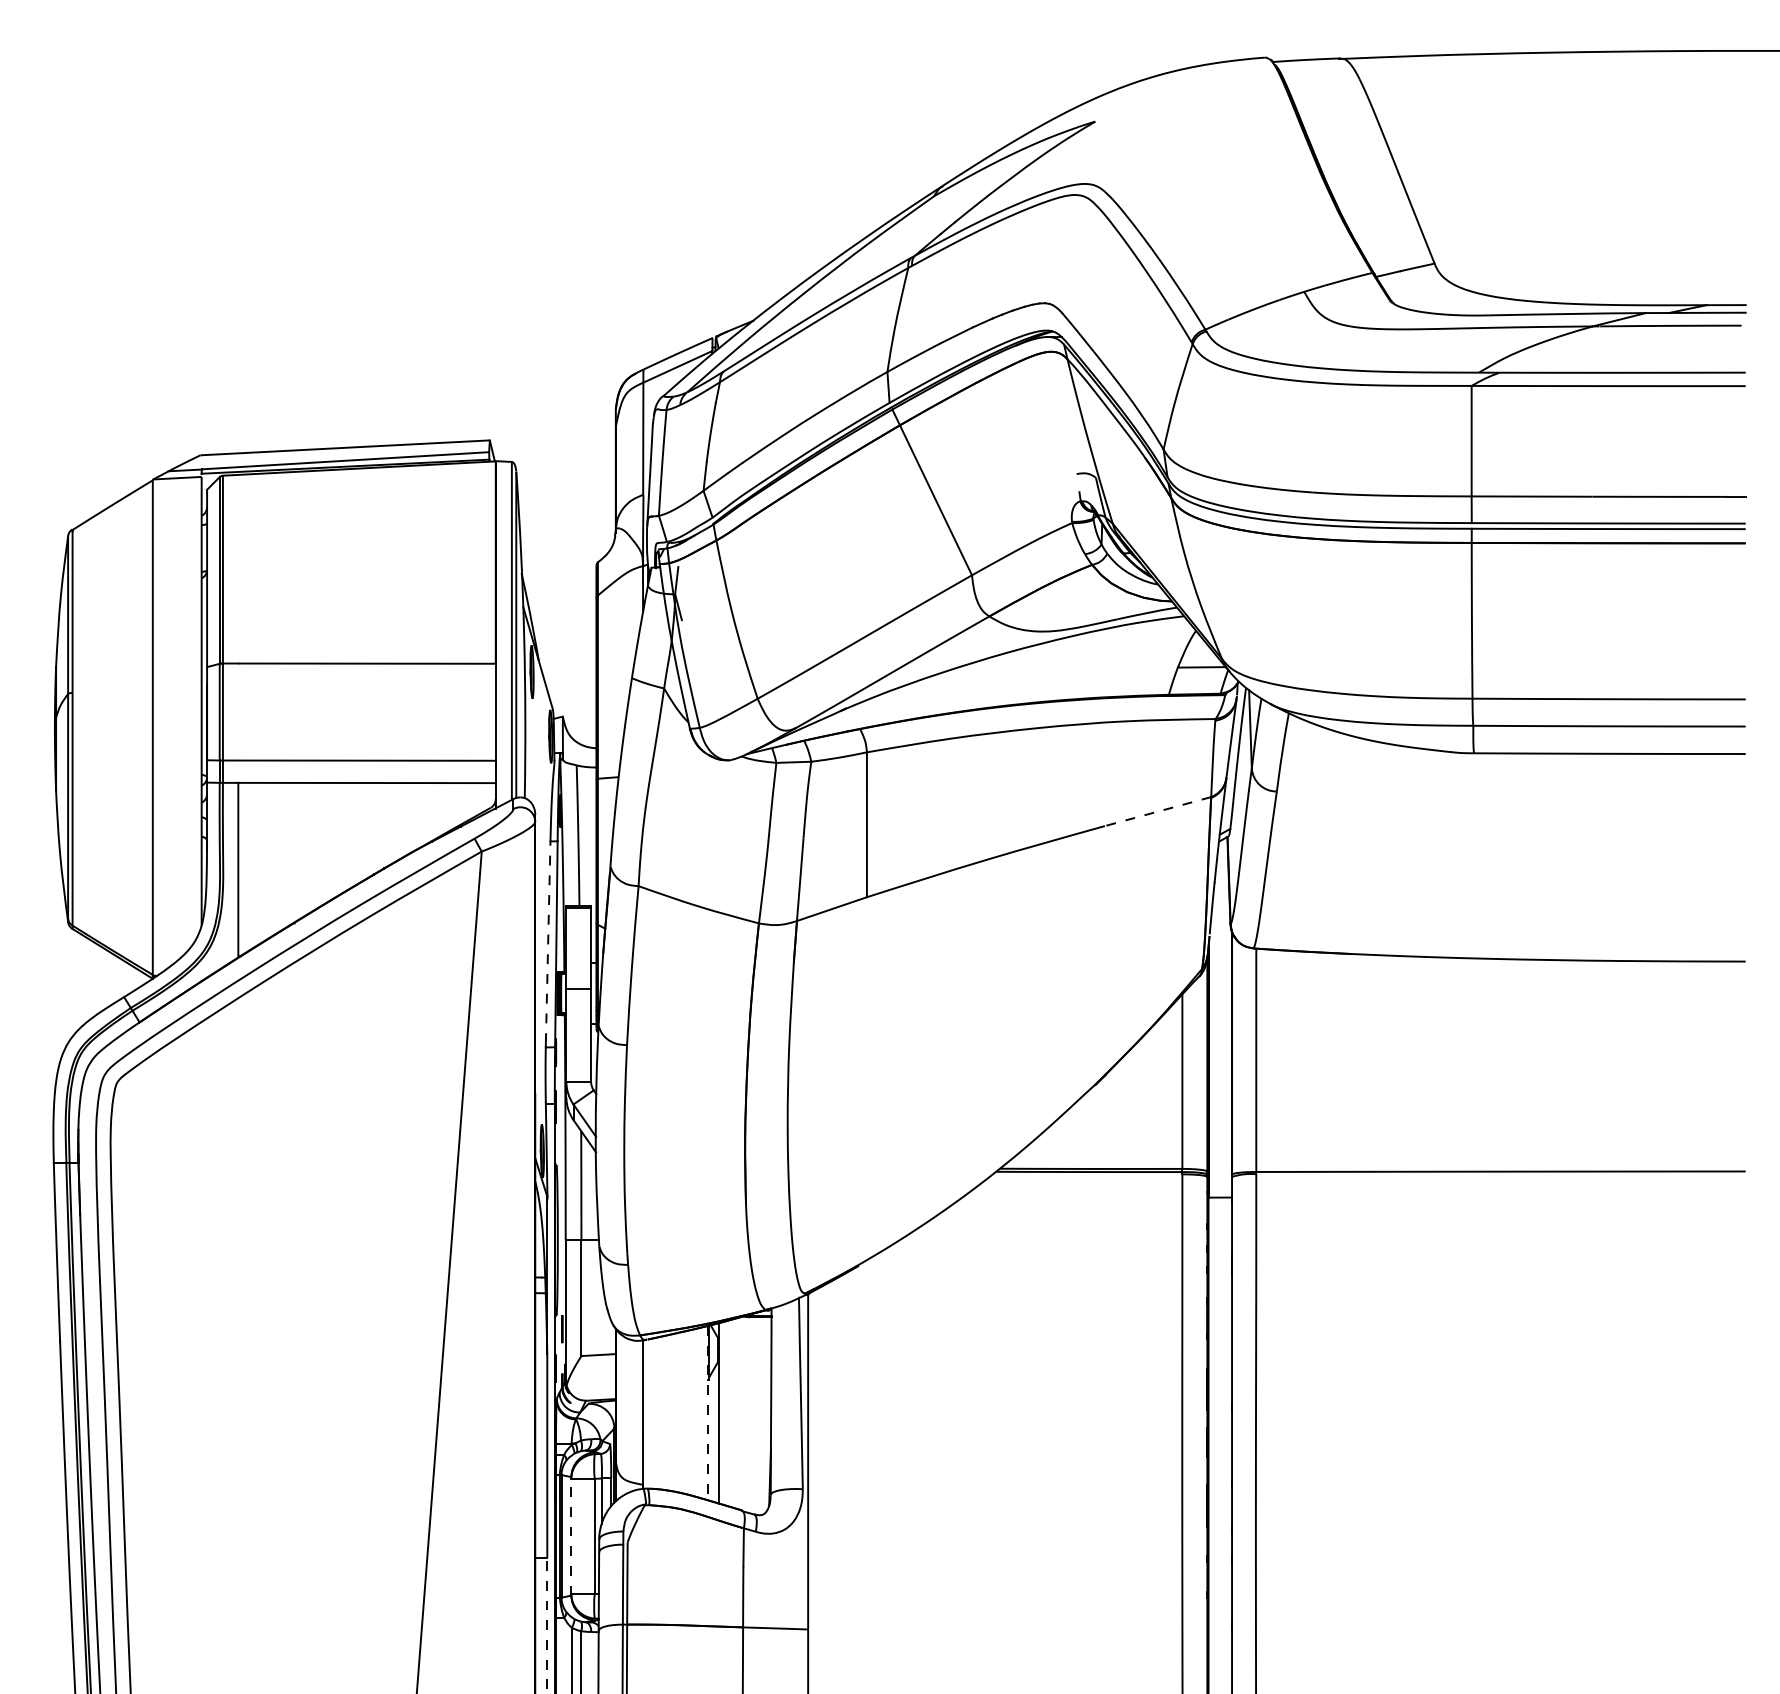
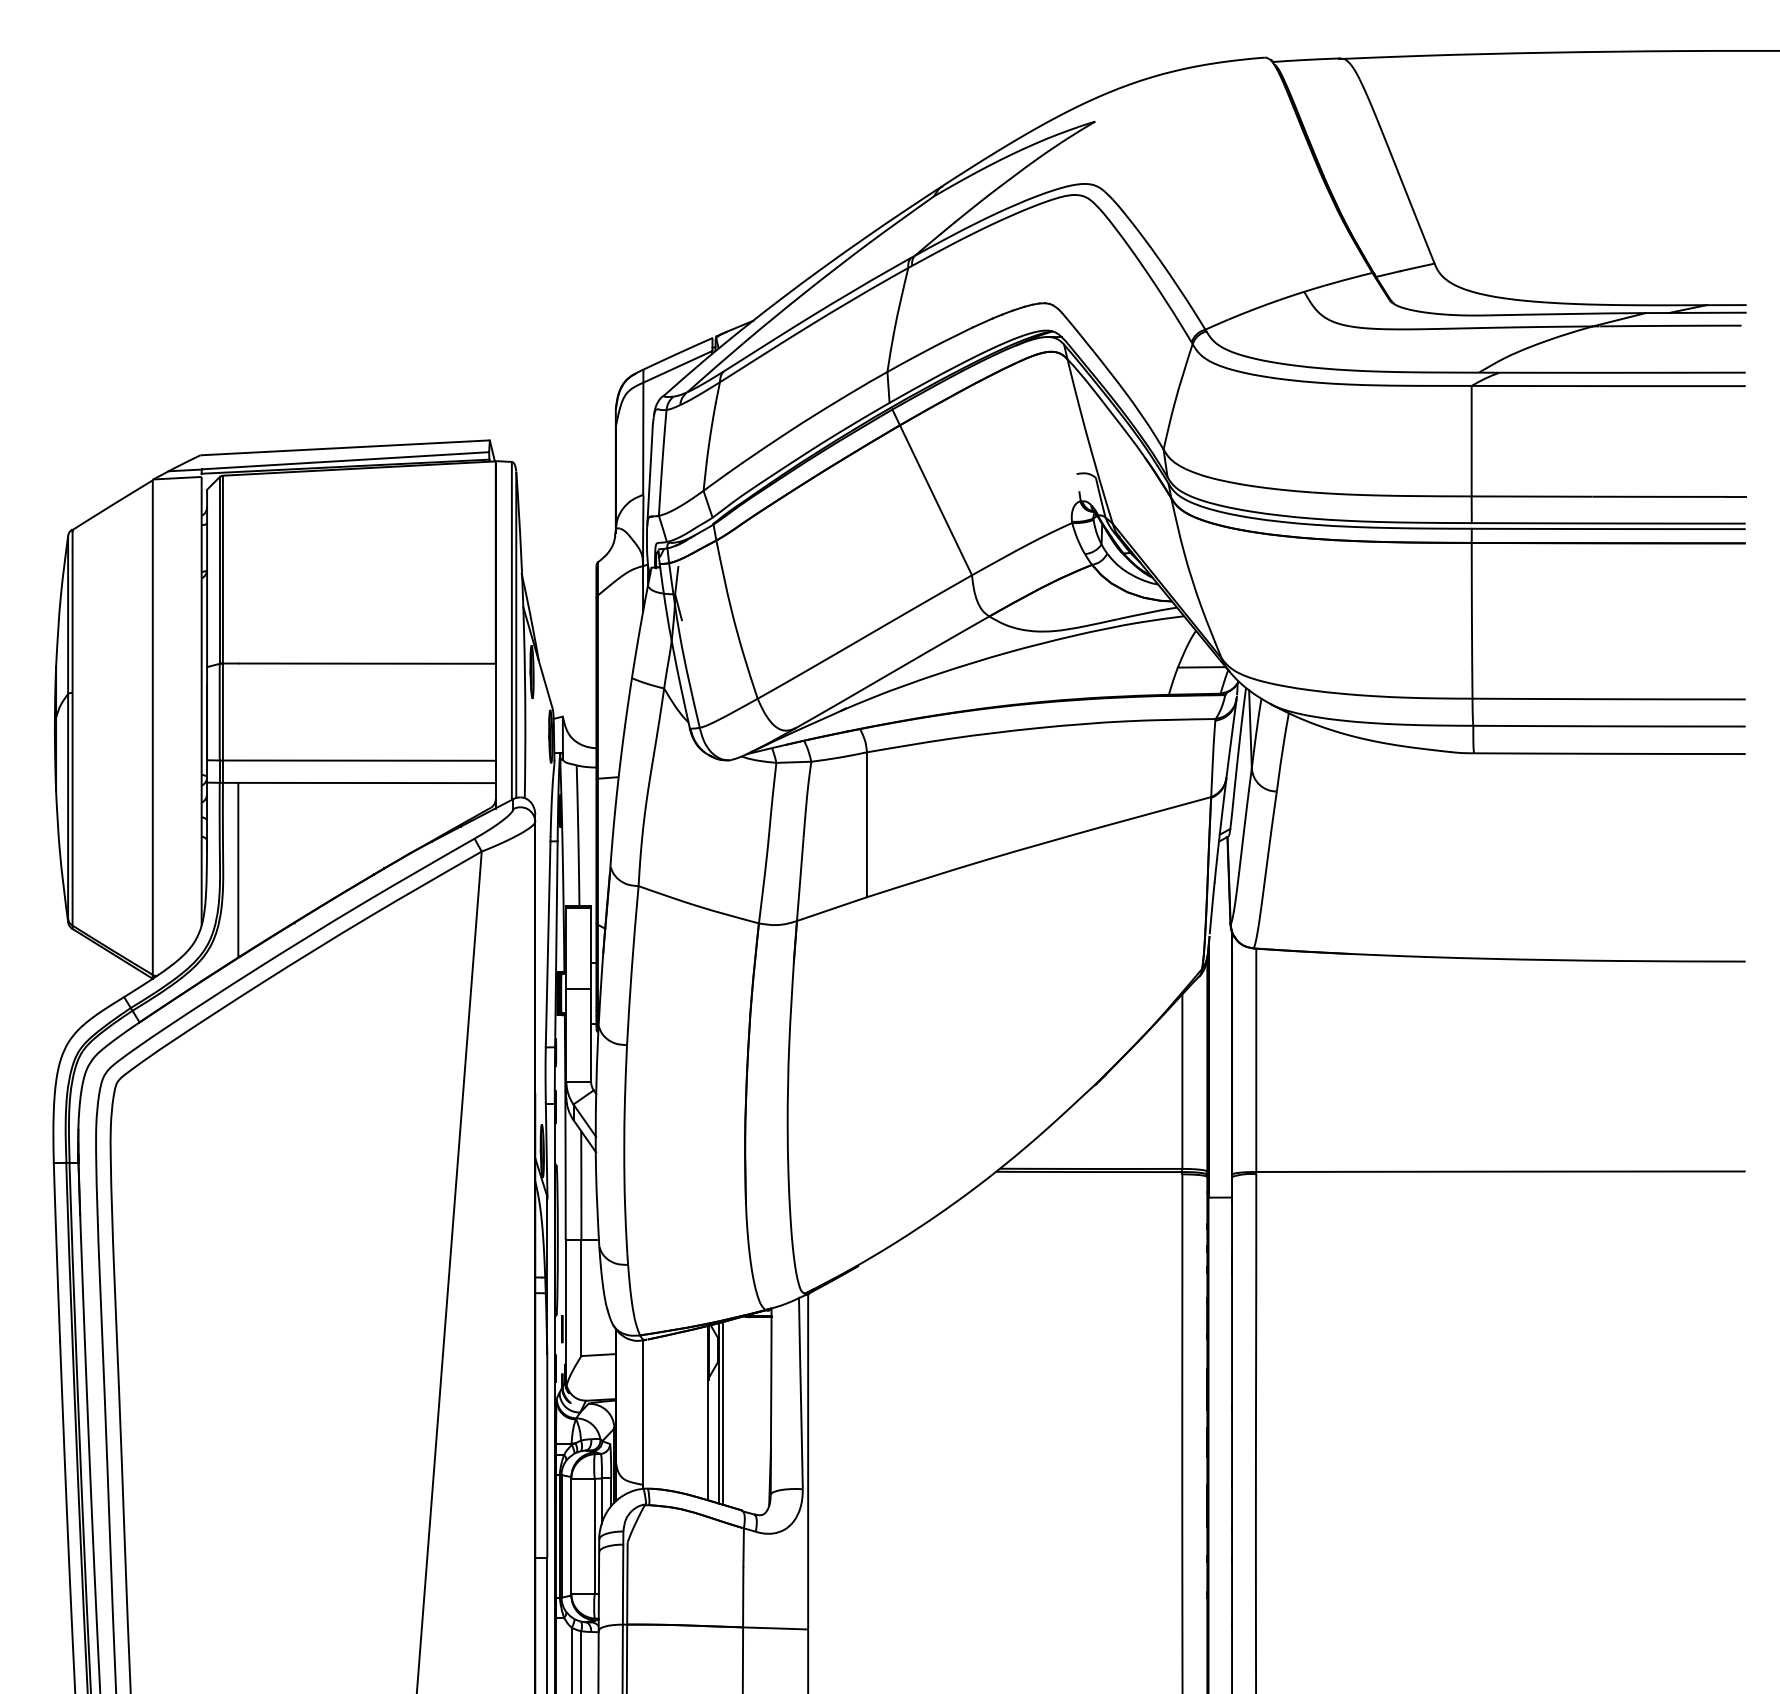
line at (1157, 811): dashed -> solid
line at (548, 939): dashed -> solid
line at (722, 1412): none -> present
line at (707, 1413): dashed -> solid
line at (571, 1535): dashed -> solid
line at (547, 1625): dashed -> solid
